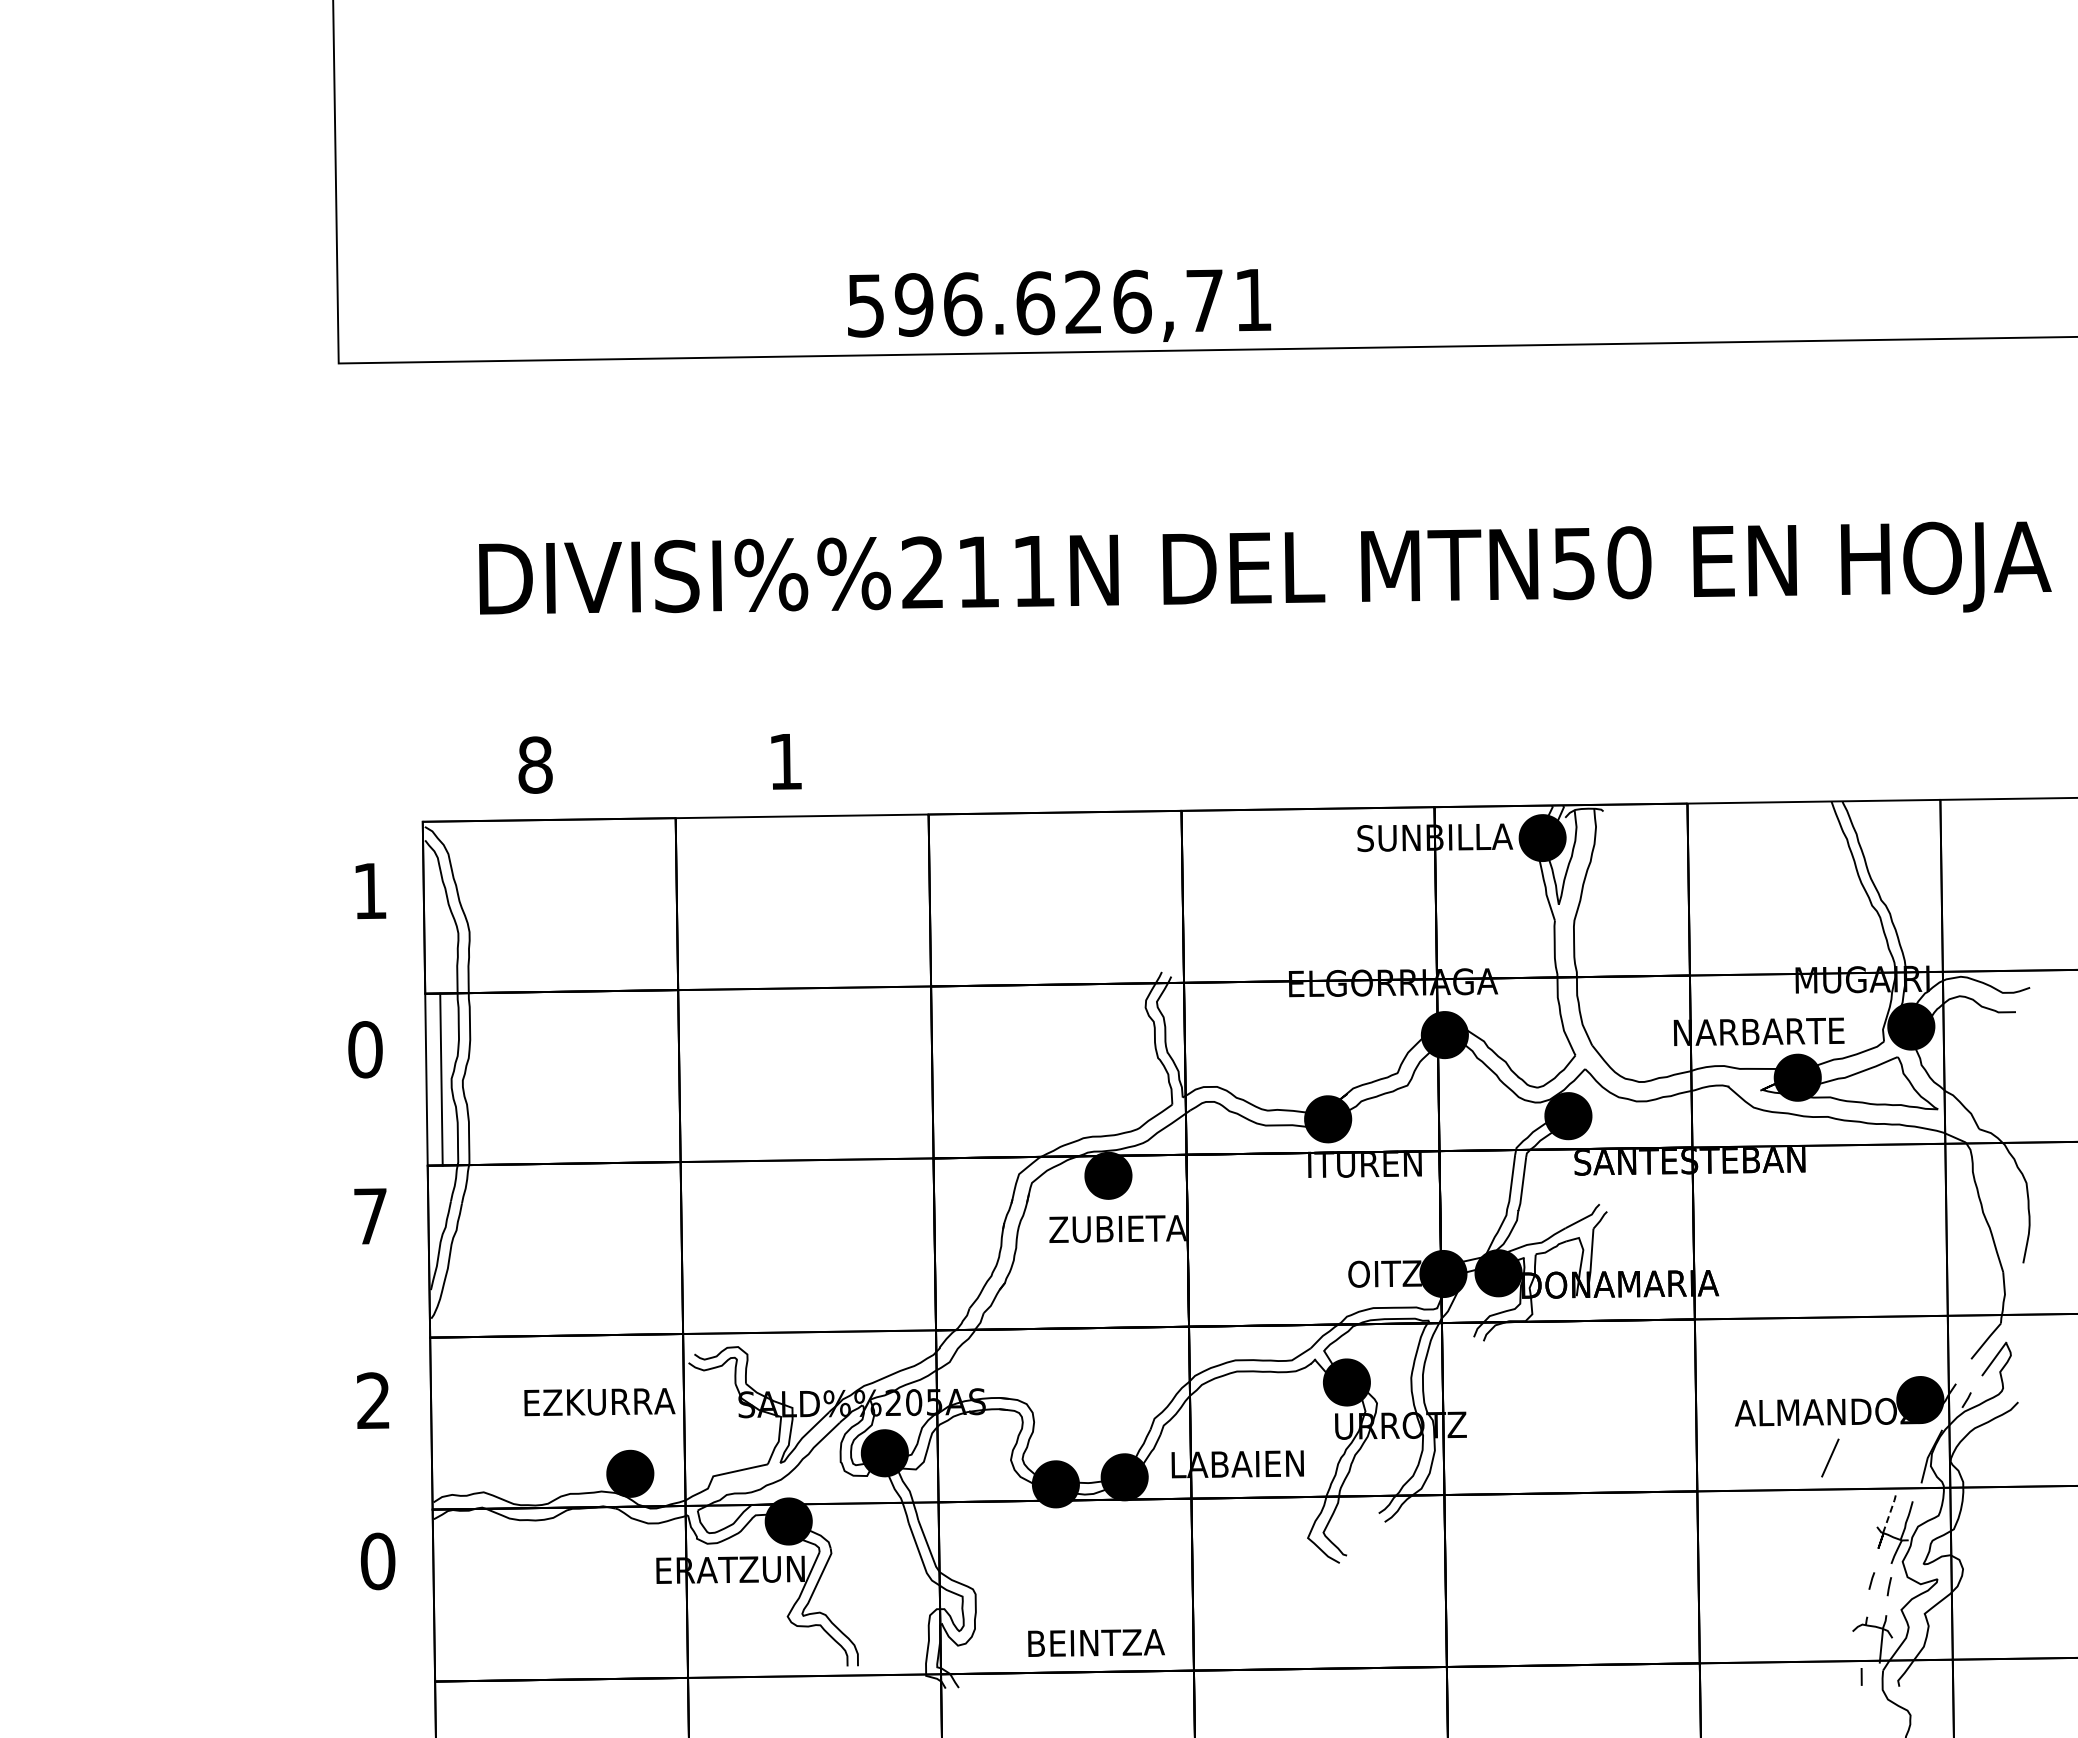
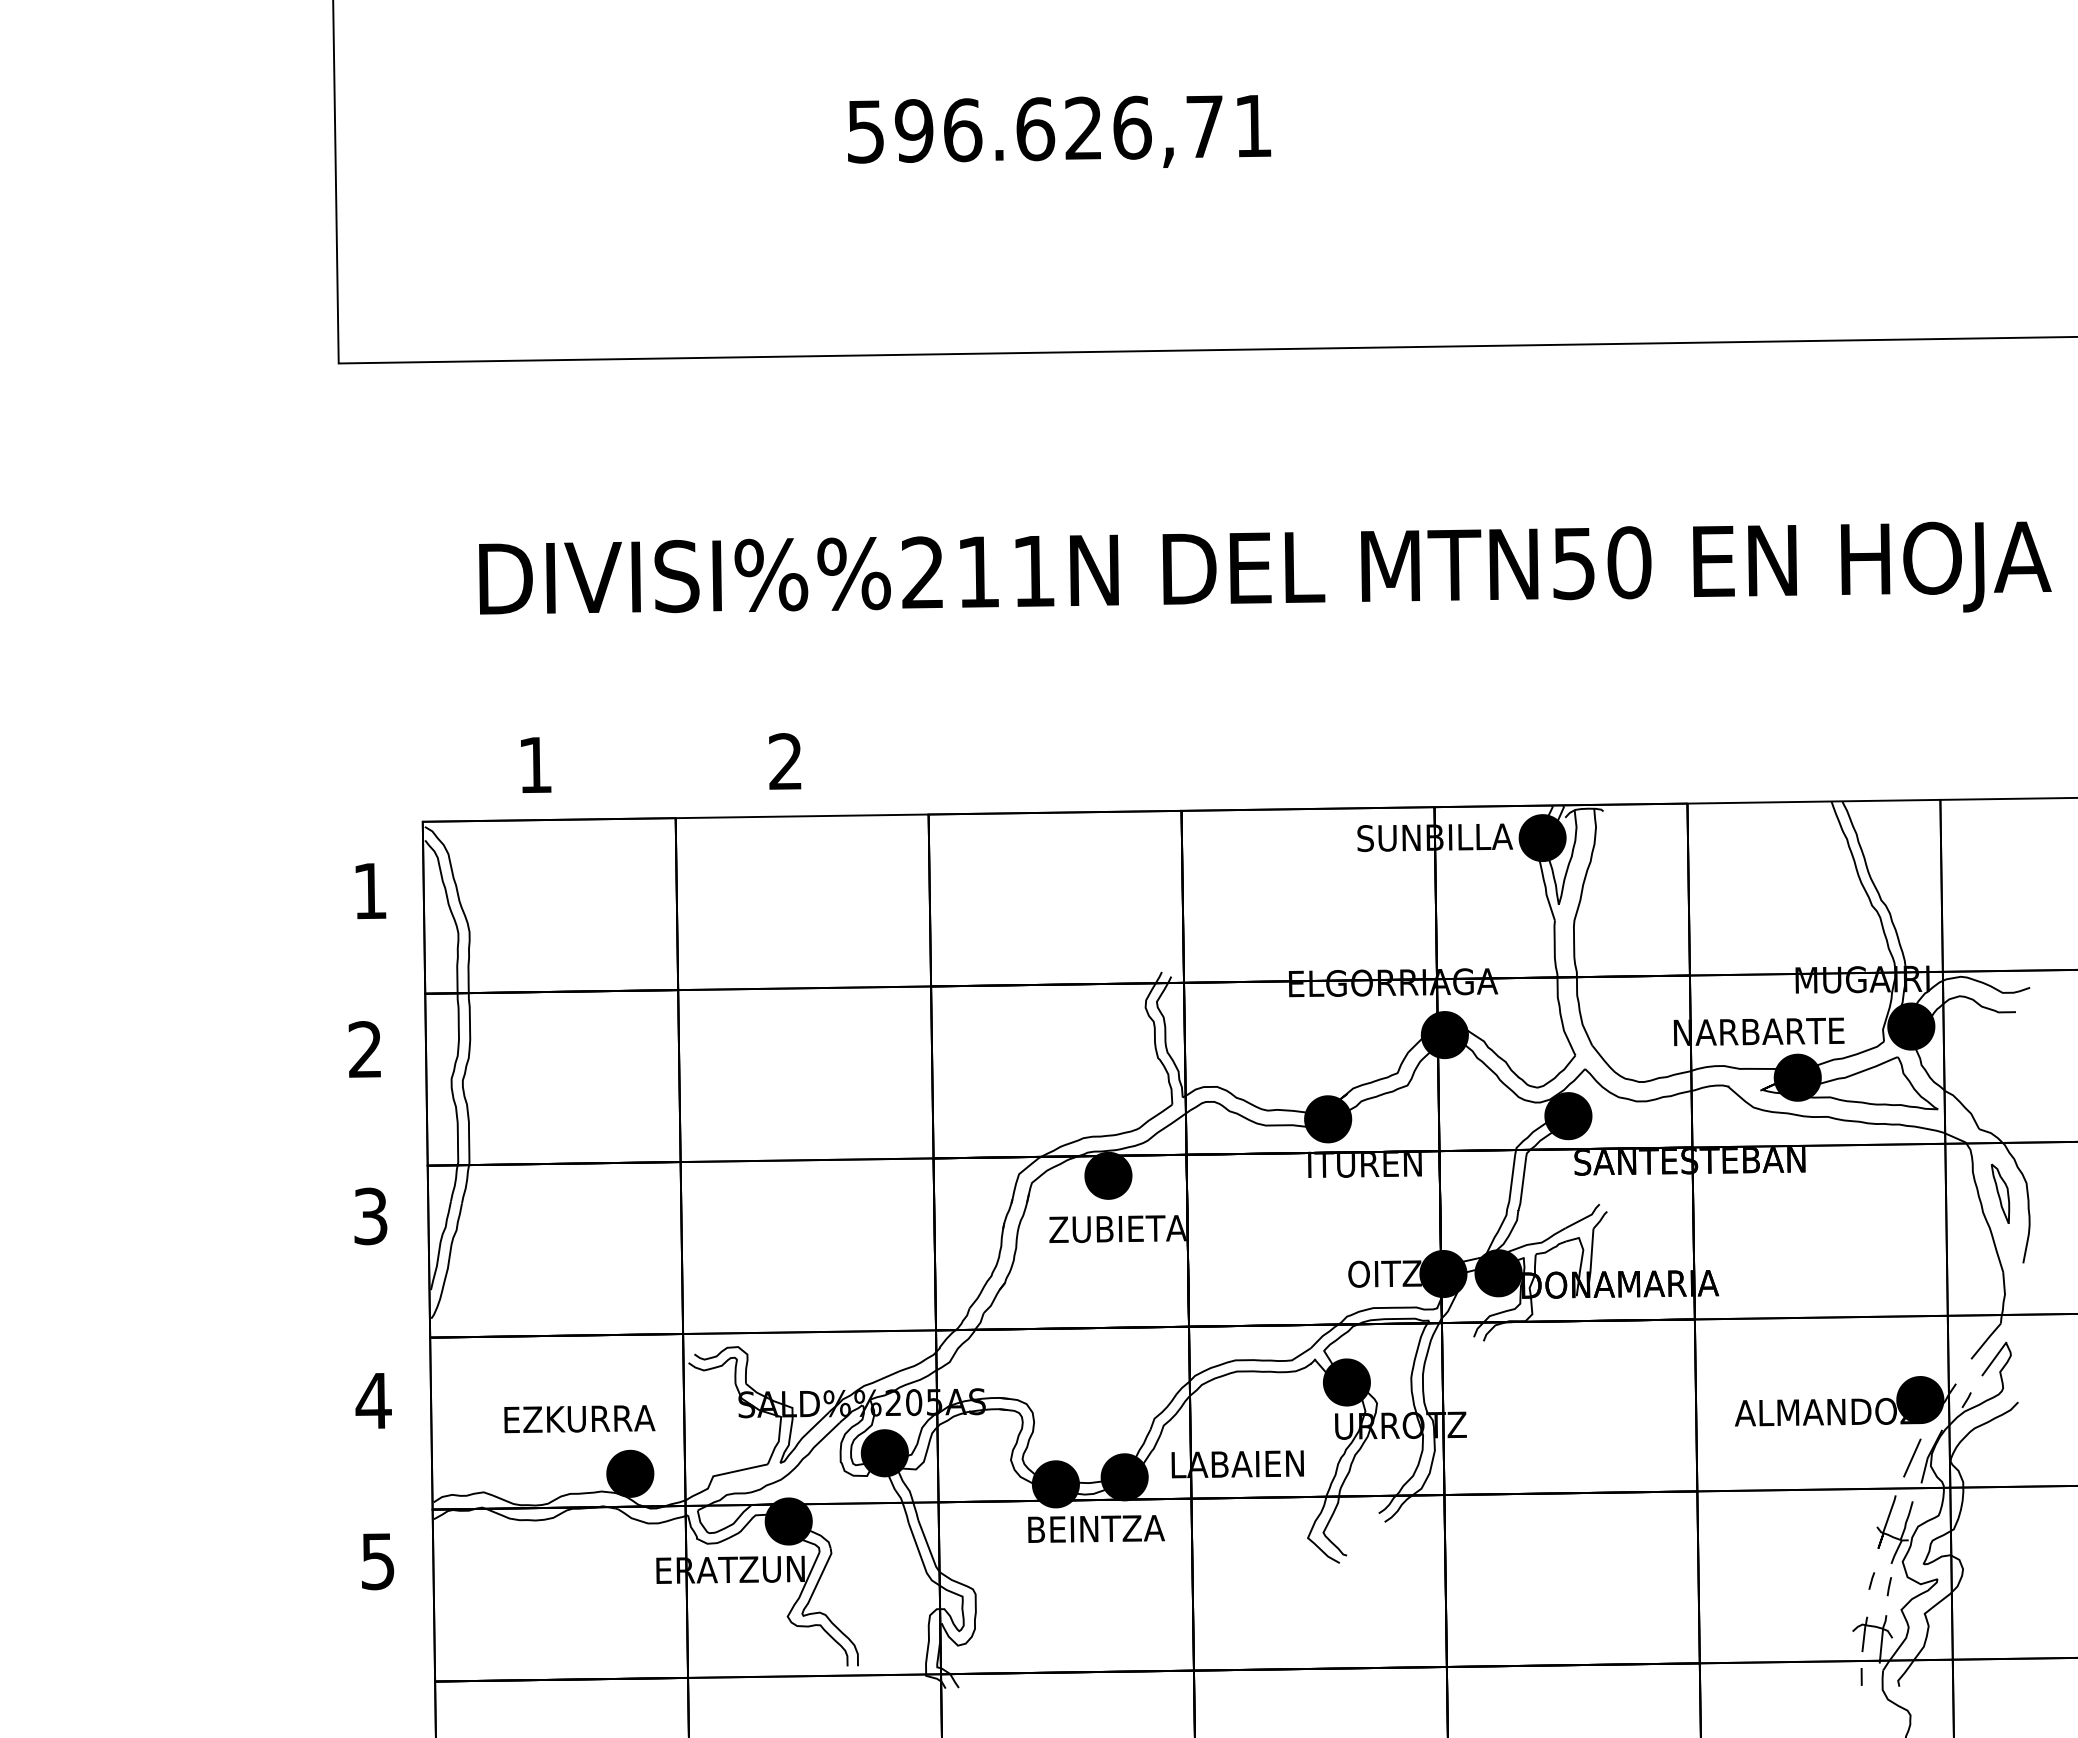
text at (1059, 305) position: (1059, 305) -> (1059, 131)
text at (785, 761): 1 -> 2
text at (535, 764): 8 -> 1
text at (365, 1049): 0 -> 2
line at (441, 1079) position: (441, 1079) -> (426, 1079)
part at (2000, 1193): none -> present
text at (370, 1216): 7 -> 3
text at (373, 1400): 2 -> 4
text at (599, 1402) position: (599, 1402) -> (579, 1419)
line at (1830, 1457) position: (1830, 1457) -> (1912, 1457)
line at (1889, 1514): dashed -> solid
text at (377, 1561): 0 -> 5
line at (1863, 1638): none -> present
text at (1096, 1642) position: (1096, 1642) -> (1096, 1528)
